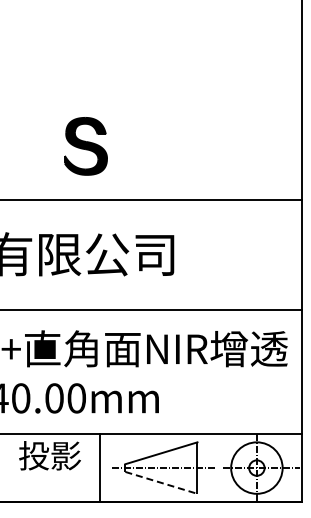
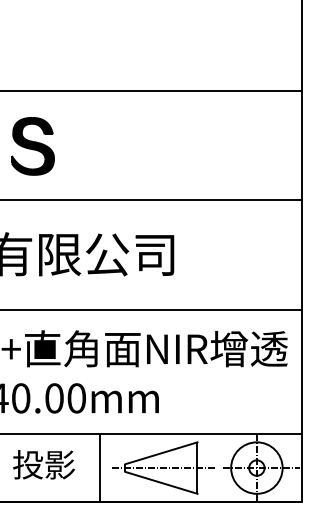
line at (151, 90): none -> present
part at (85, 146) position: (85, 146) -> (32, 146)
text at (49, 455) position: (49, 455) -> (43, 464)
line at (161, 482): dashed -> solid
